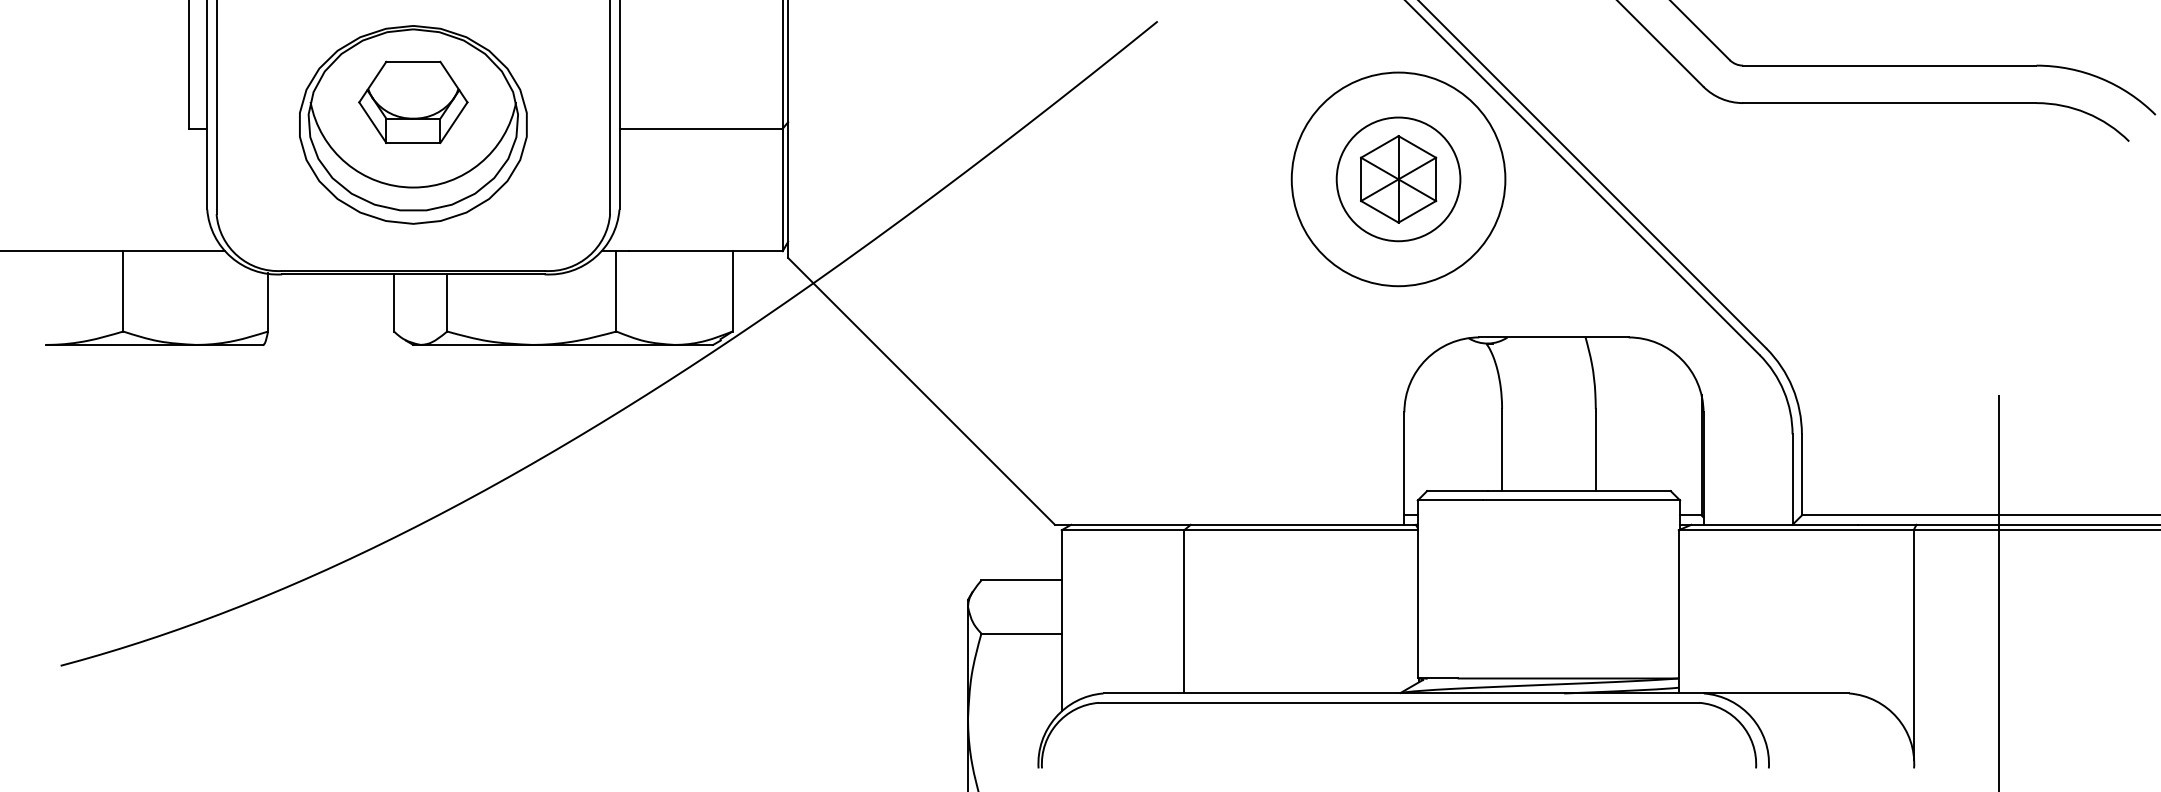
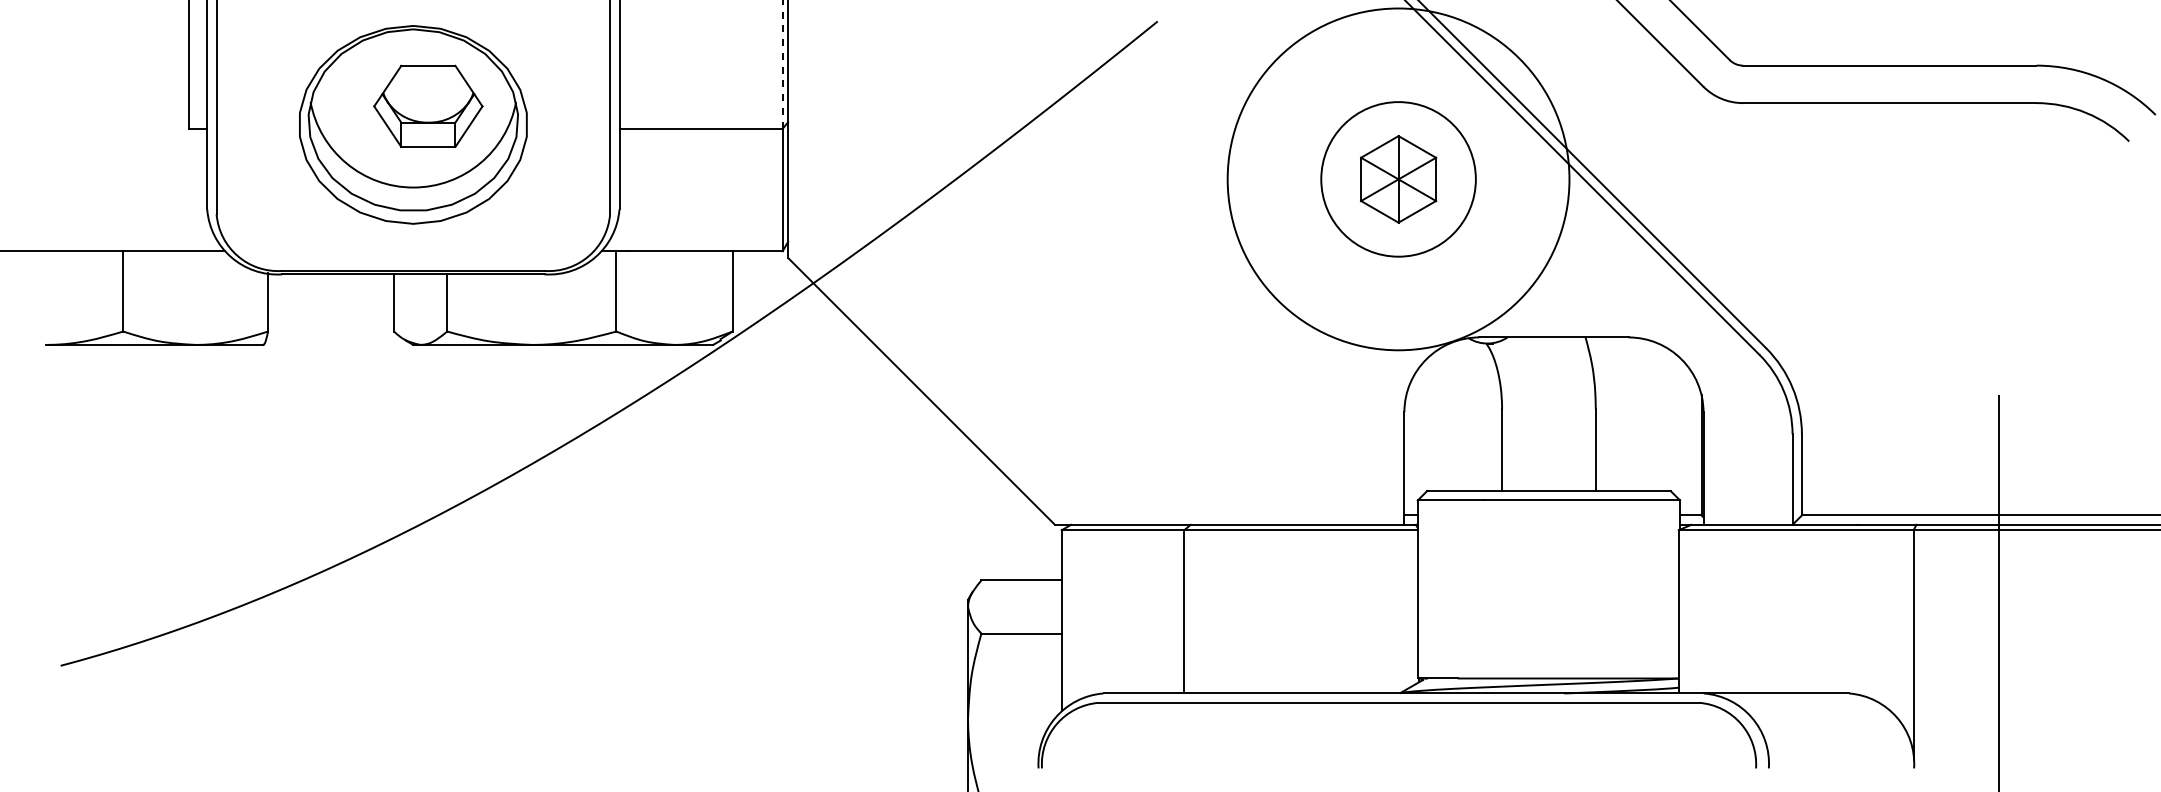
line at (782, 64): solid -> dashed
part at (413, 101) position: (413, 101) -> (428, 105)
circle at (1398, 179) diameter: 124 px -> 155 px
circle at (1398, 179) diameter: 214 px -> 342 px
